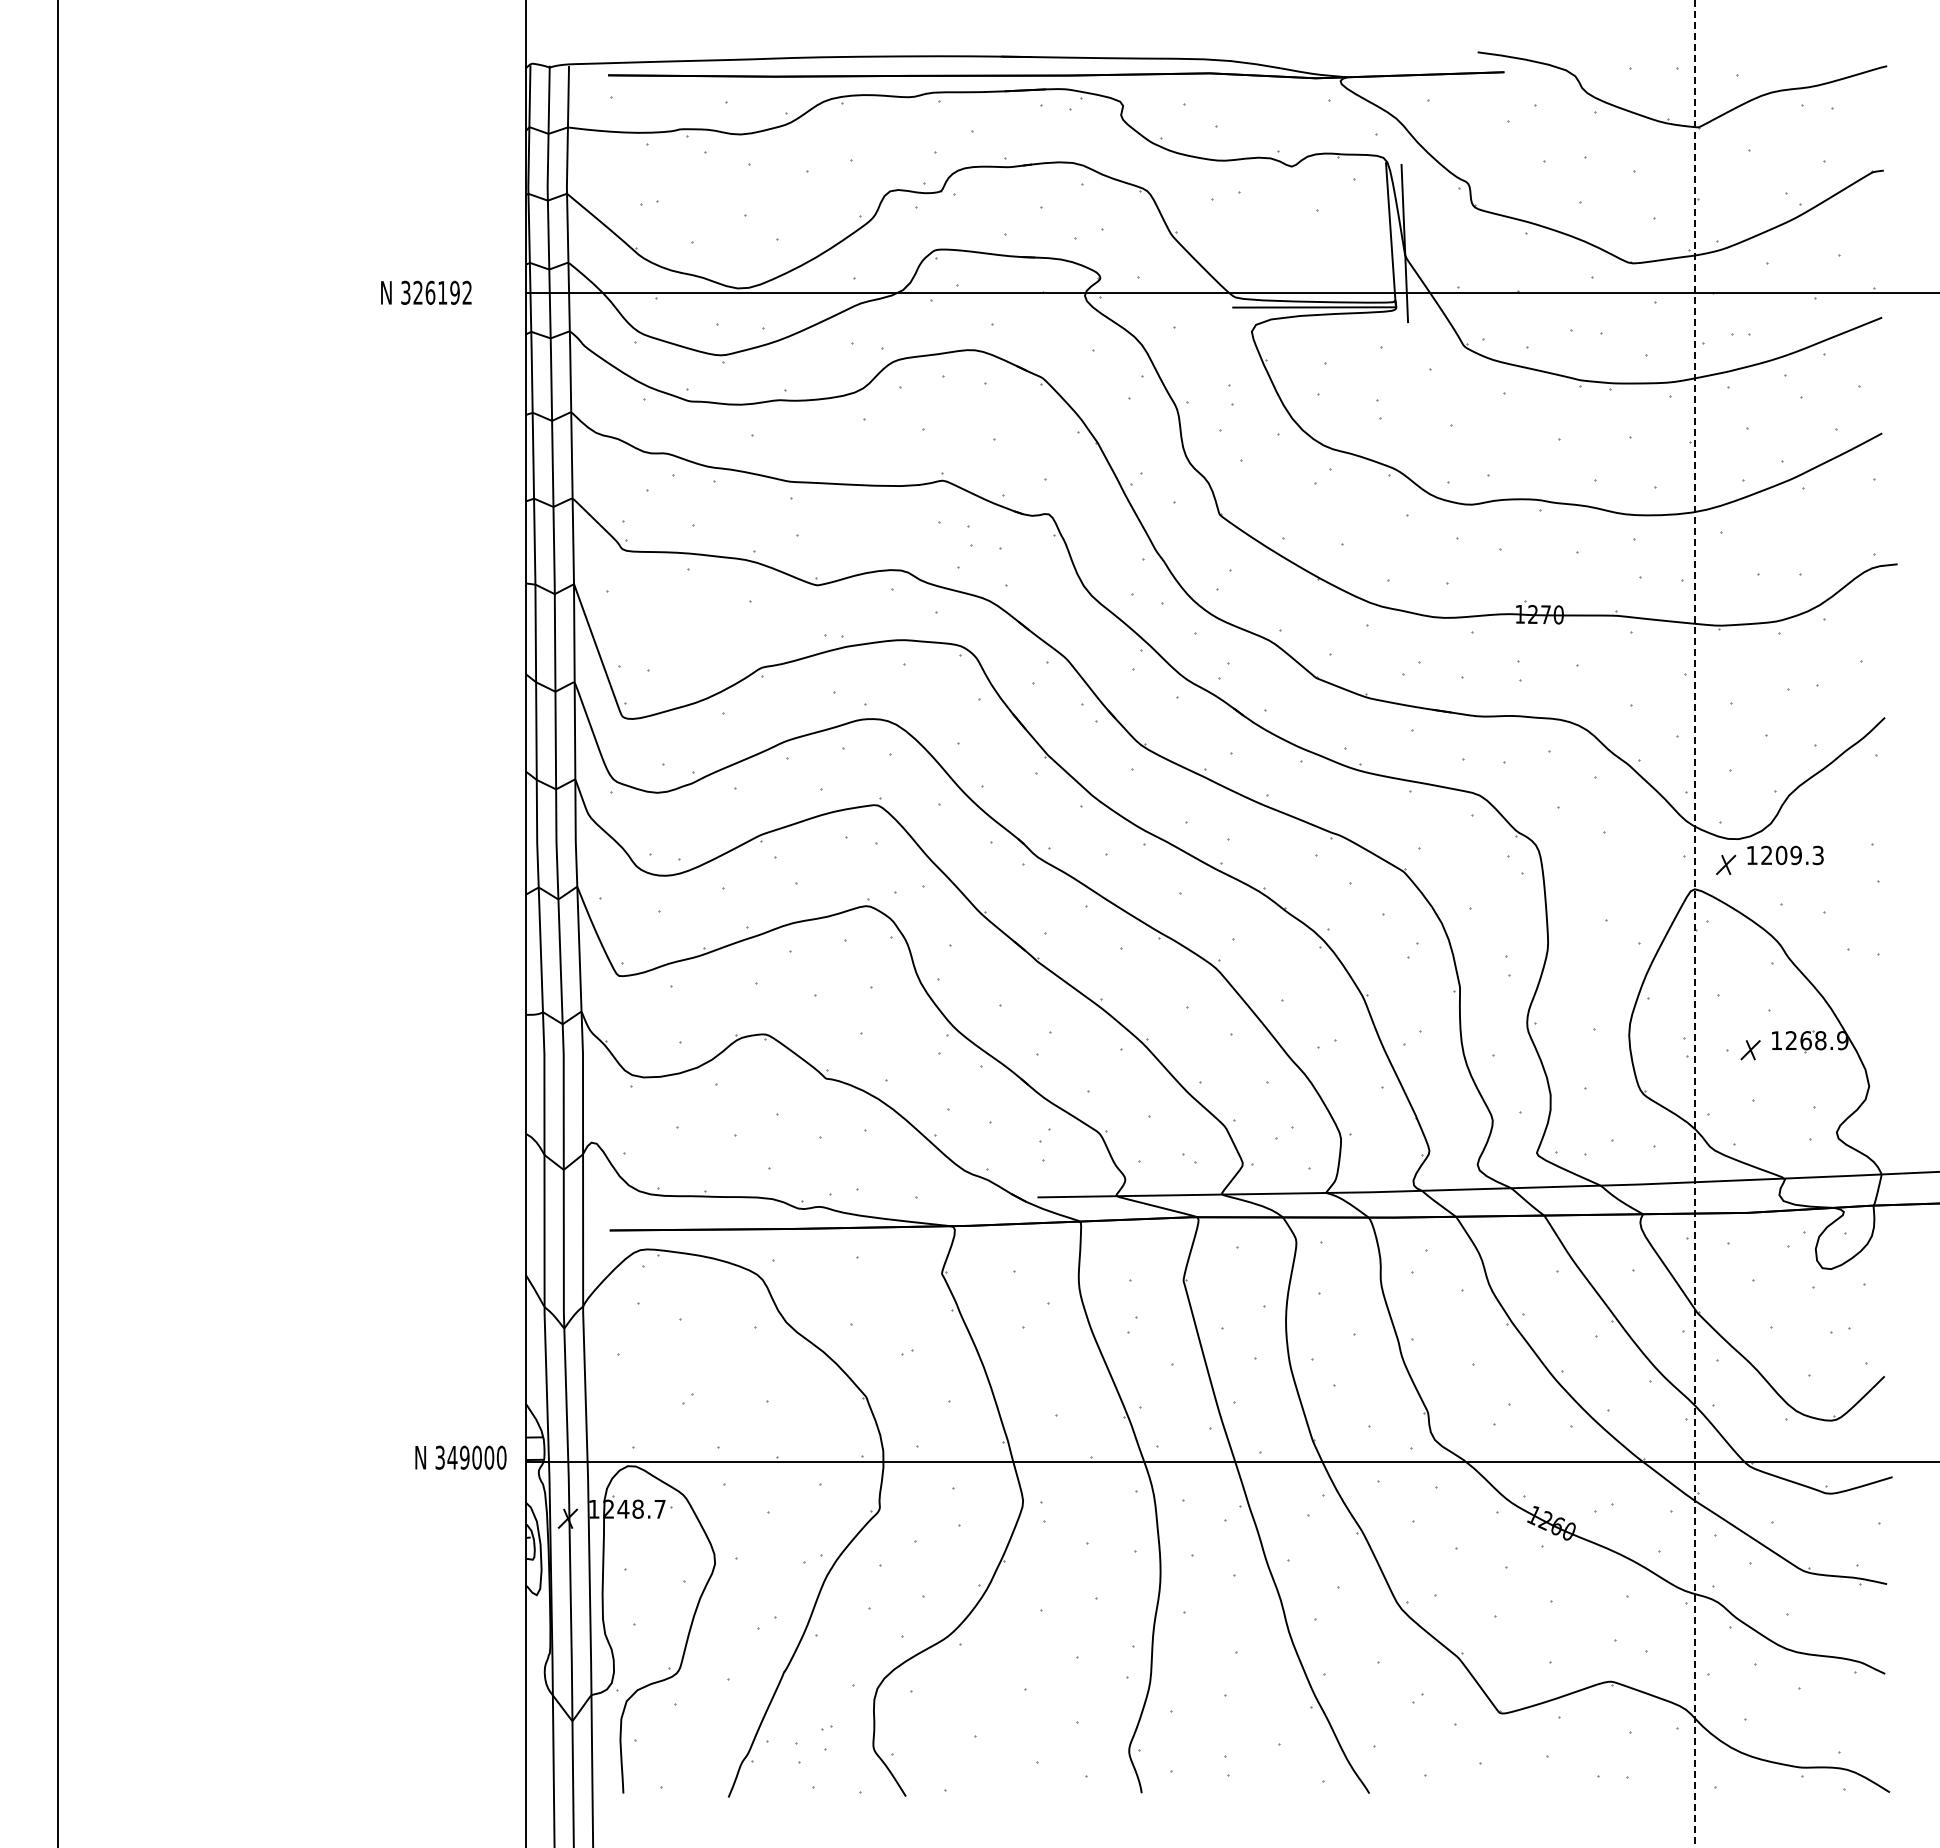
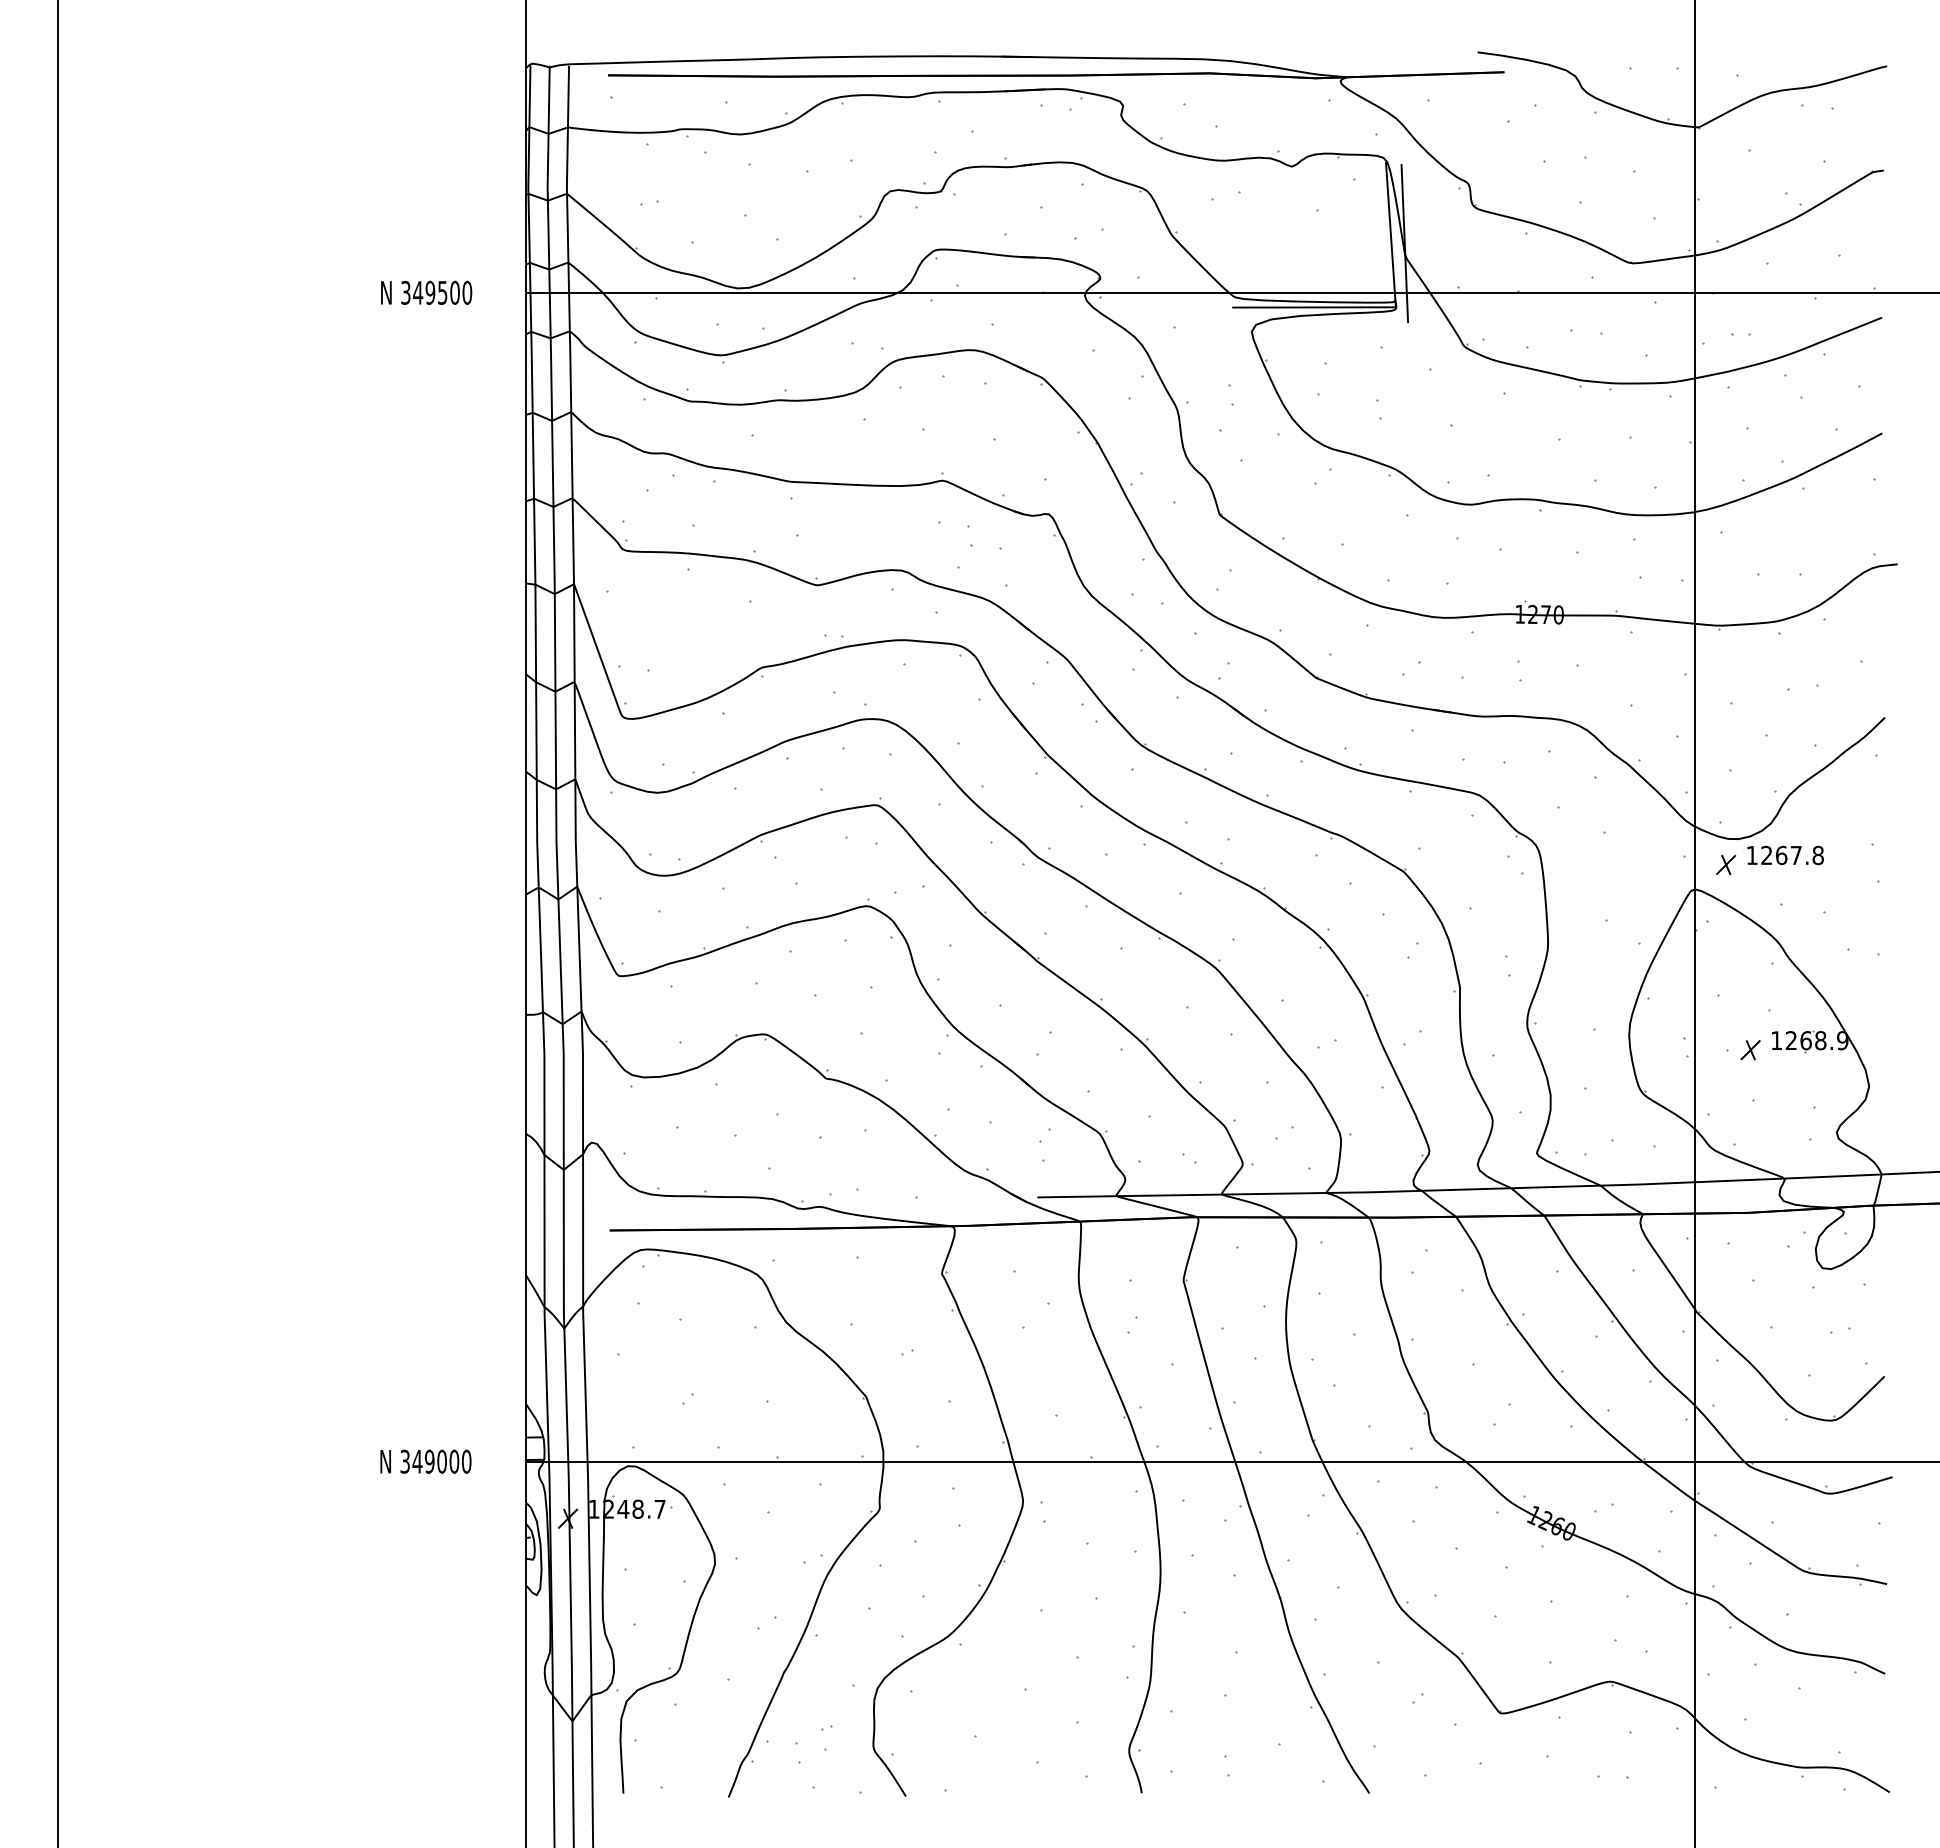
text at (442, 292): 326192 -> 349500
text at (1799, 855): 1209.3 -> 1267.8
line at (1694, 923): dashed -> solid
text at (460, 1457) position: (460, 1457) -> (425, 1461)
